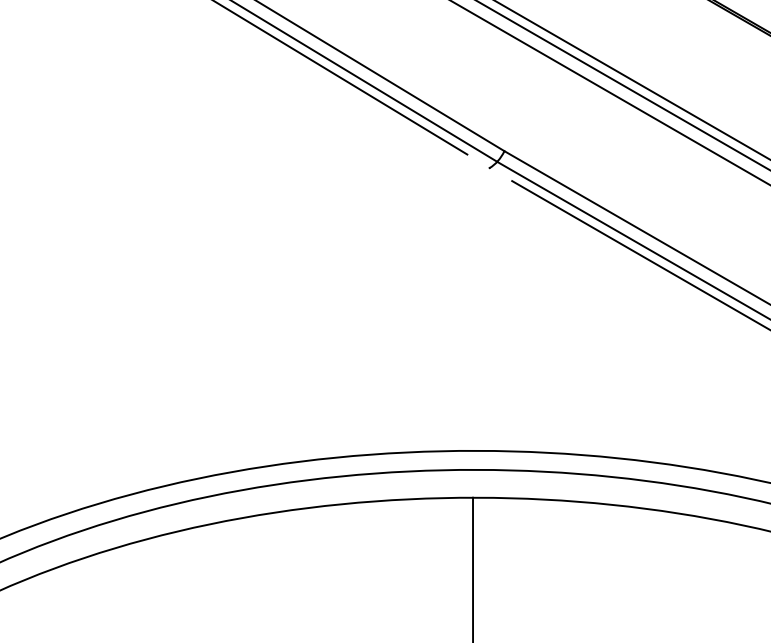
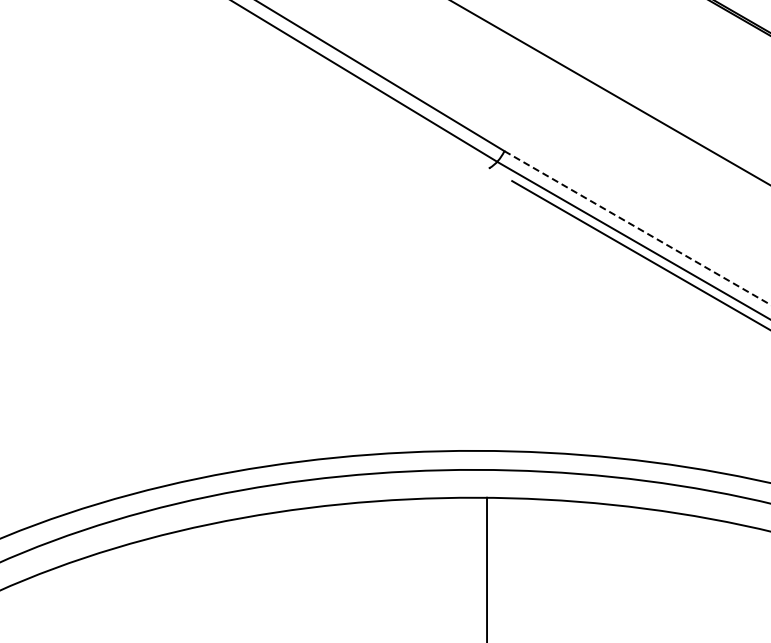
line at (341, 78): present -> none
line at (632, 80): present -> none
line at (622, 85): present -> none
line at (637, 228): solid -> dashed
line at (473, 568) position: (473, 568) -> (487, 568)
